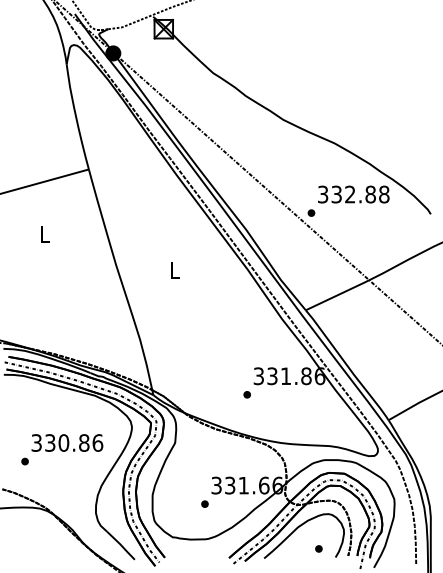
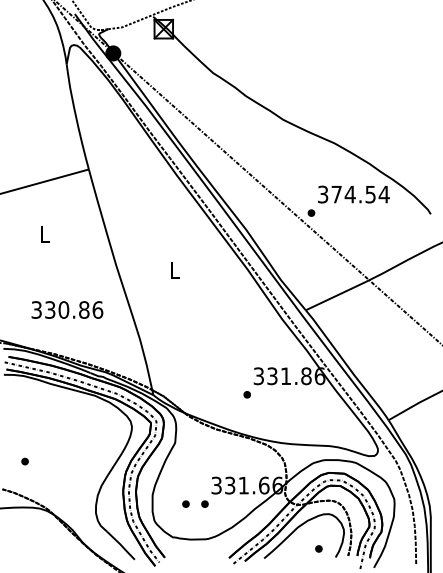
text at (360, 194): 332.88 -> 374.54
text at (67, 442) position: (67, 442) -> (67, 309)
part at (185, 503): none -> present
